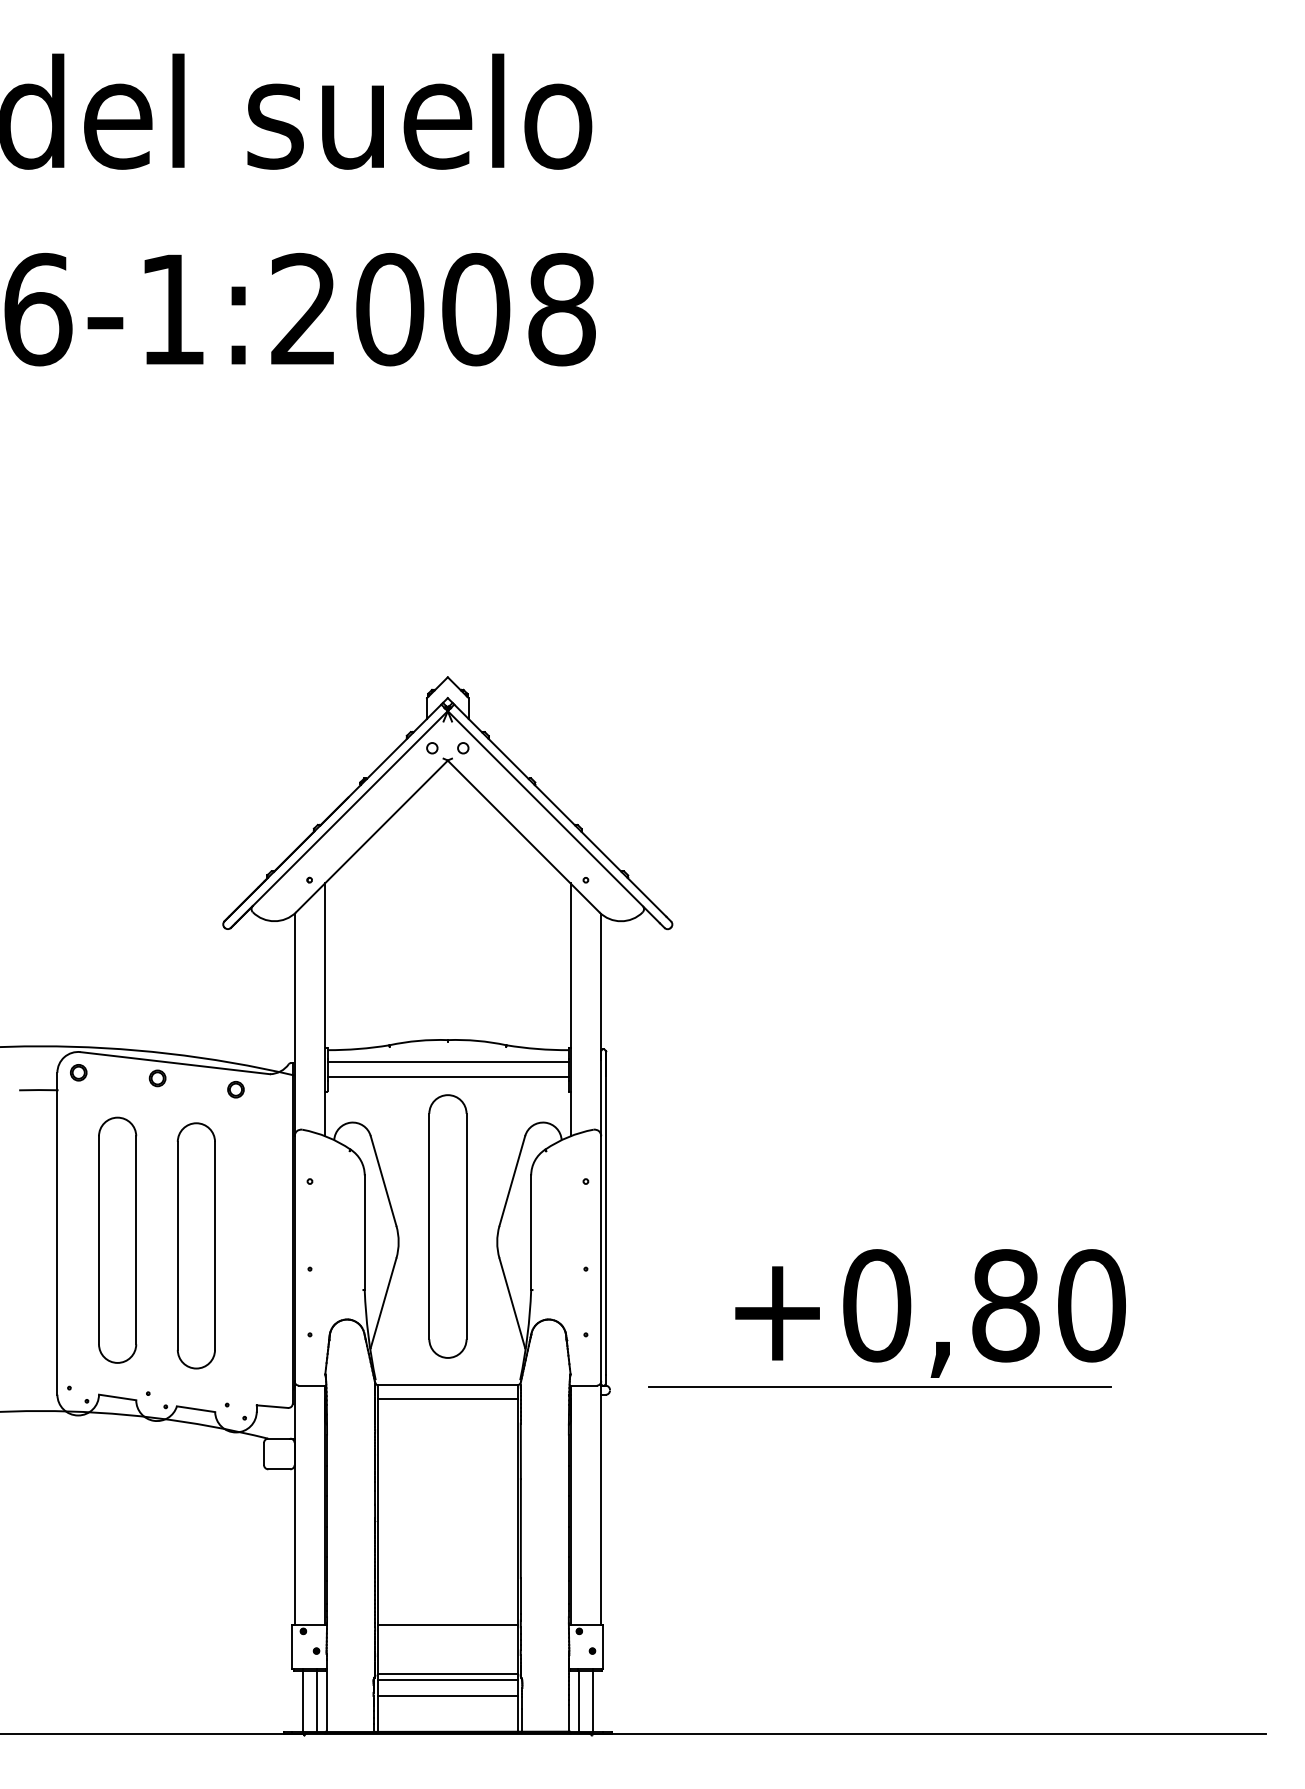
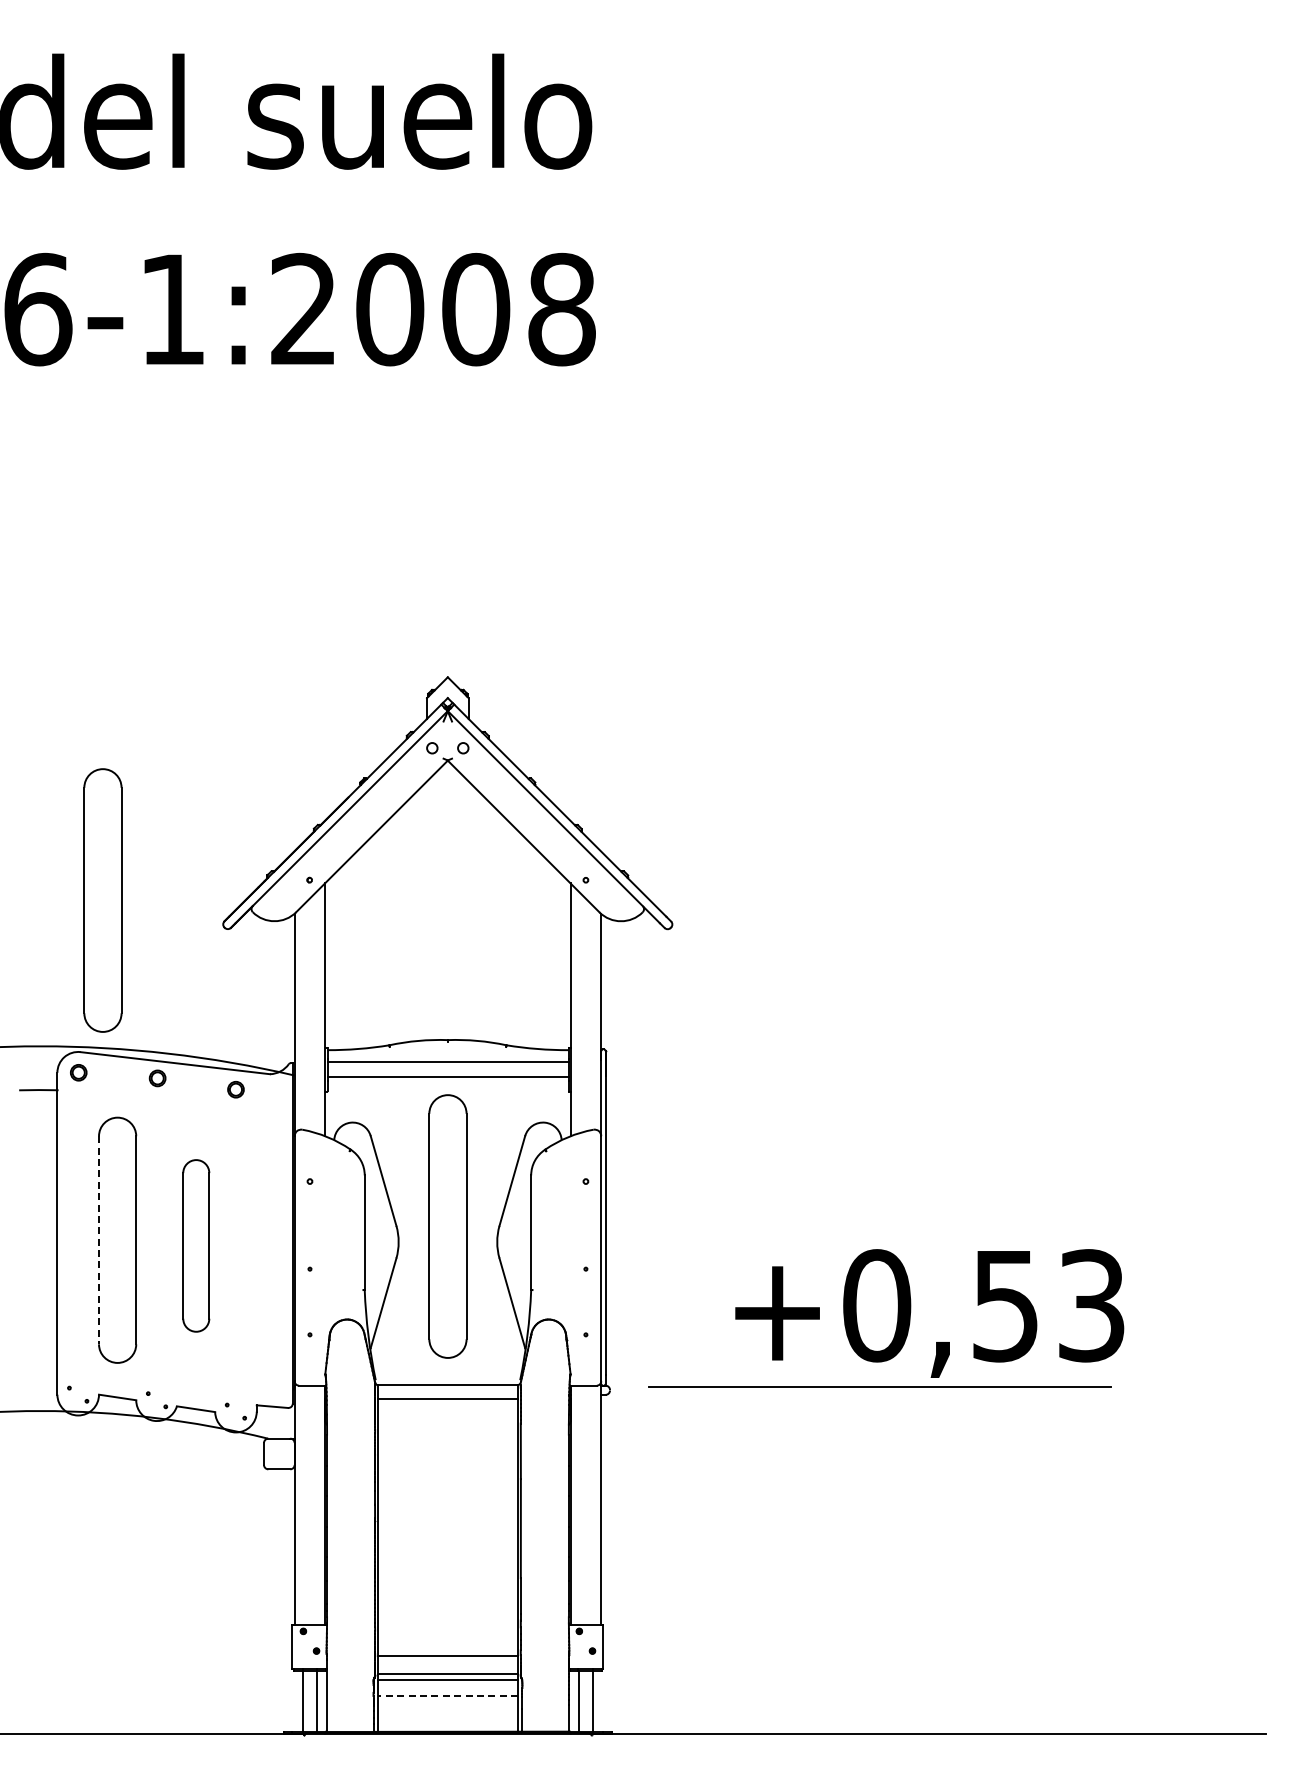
part at (102, 900): none -> present
line at (99, 1240): solid -> dashed
part at (195, 1245) size: 40x248 px -> 29x174 px
text at (1048, 1305): +0,80 -> +0,53
line at (447, 1624) position: (447, 1624) -> (447, 1655)
line at (447, 1696): solid -> dashed
